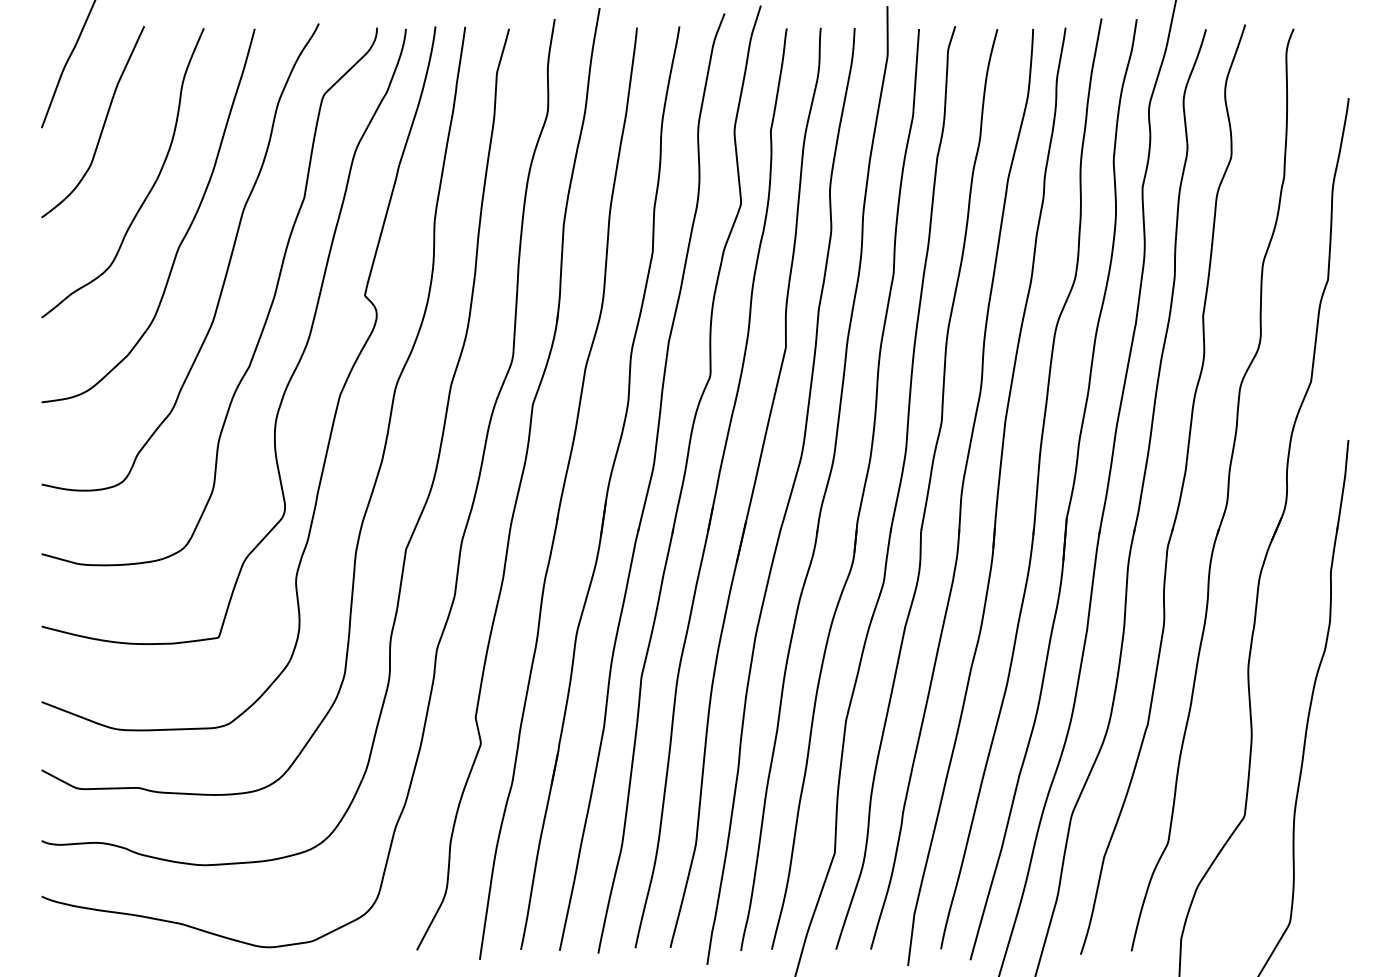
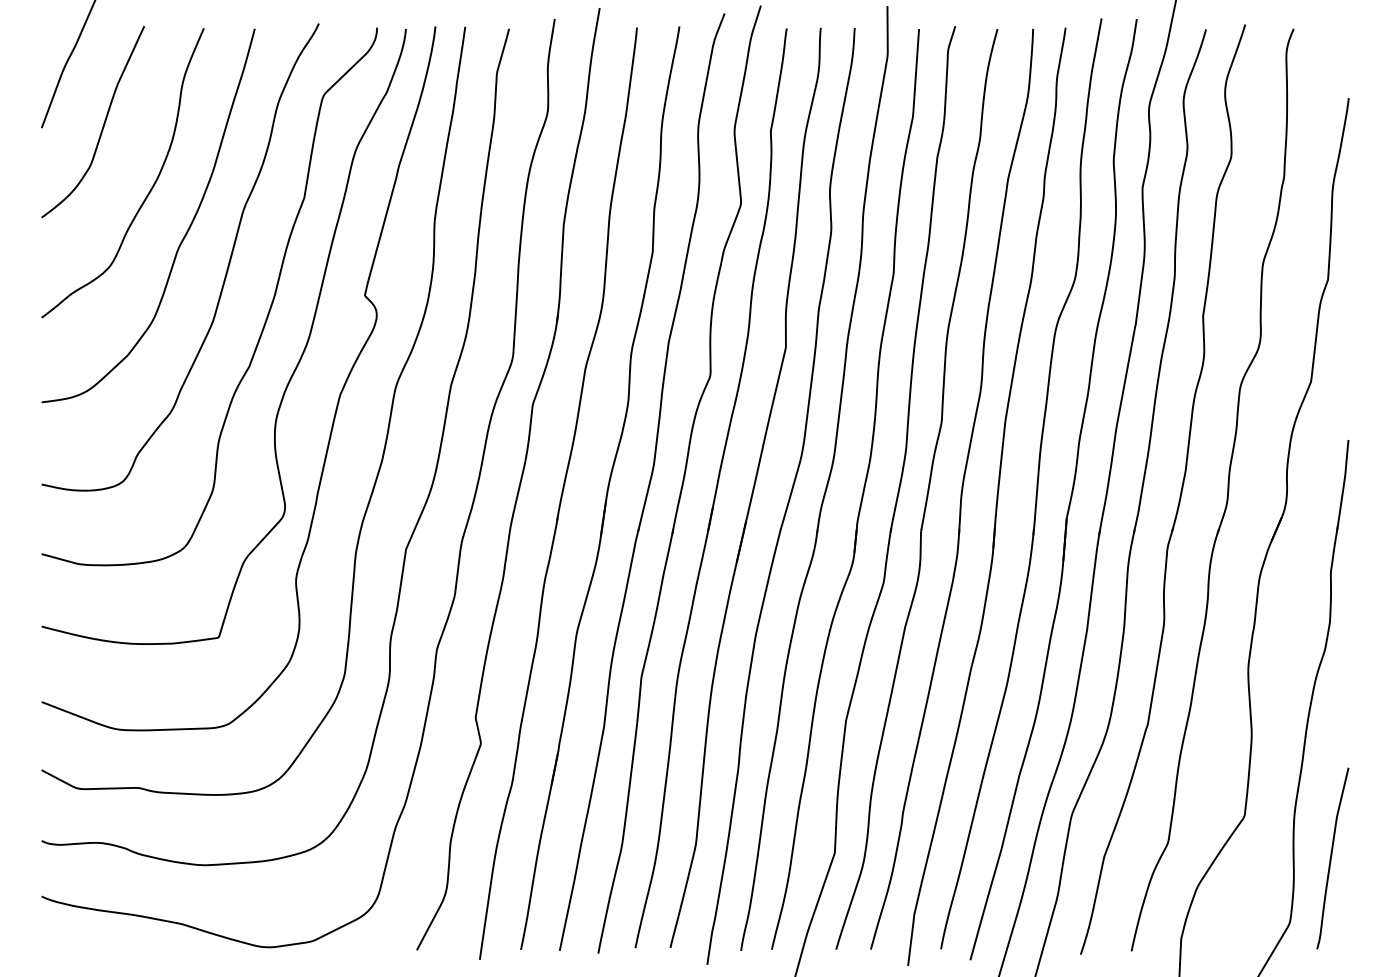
curve at (1331, 858): none -> present
